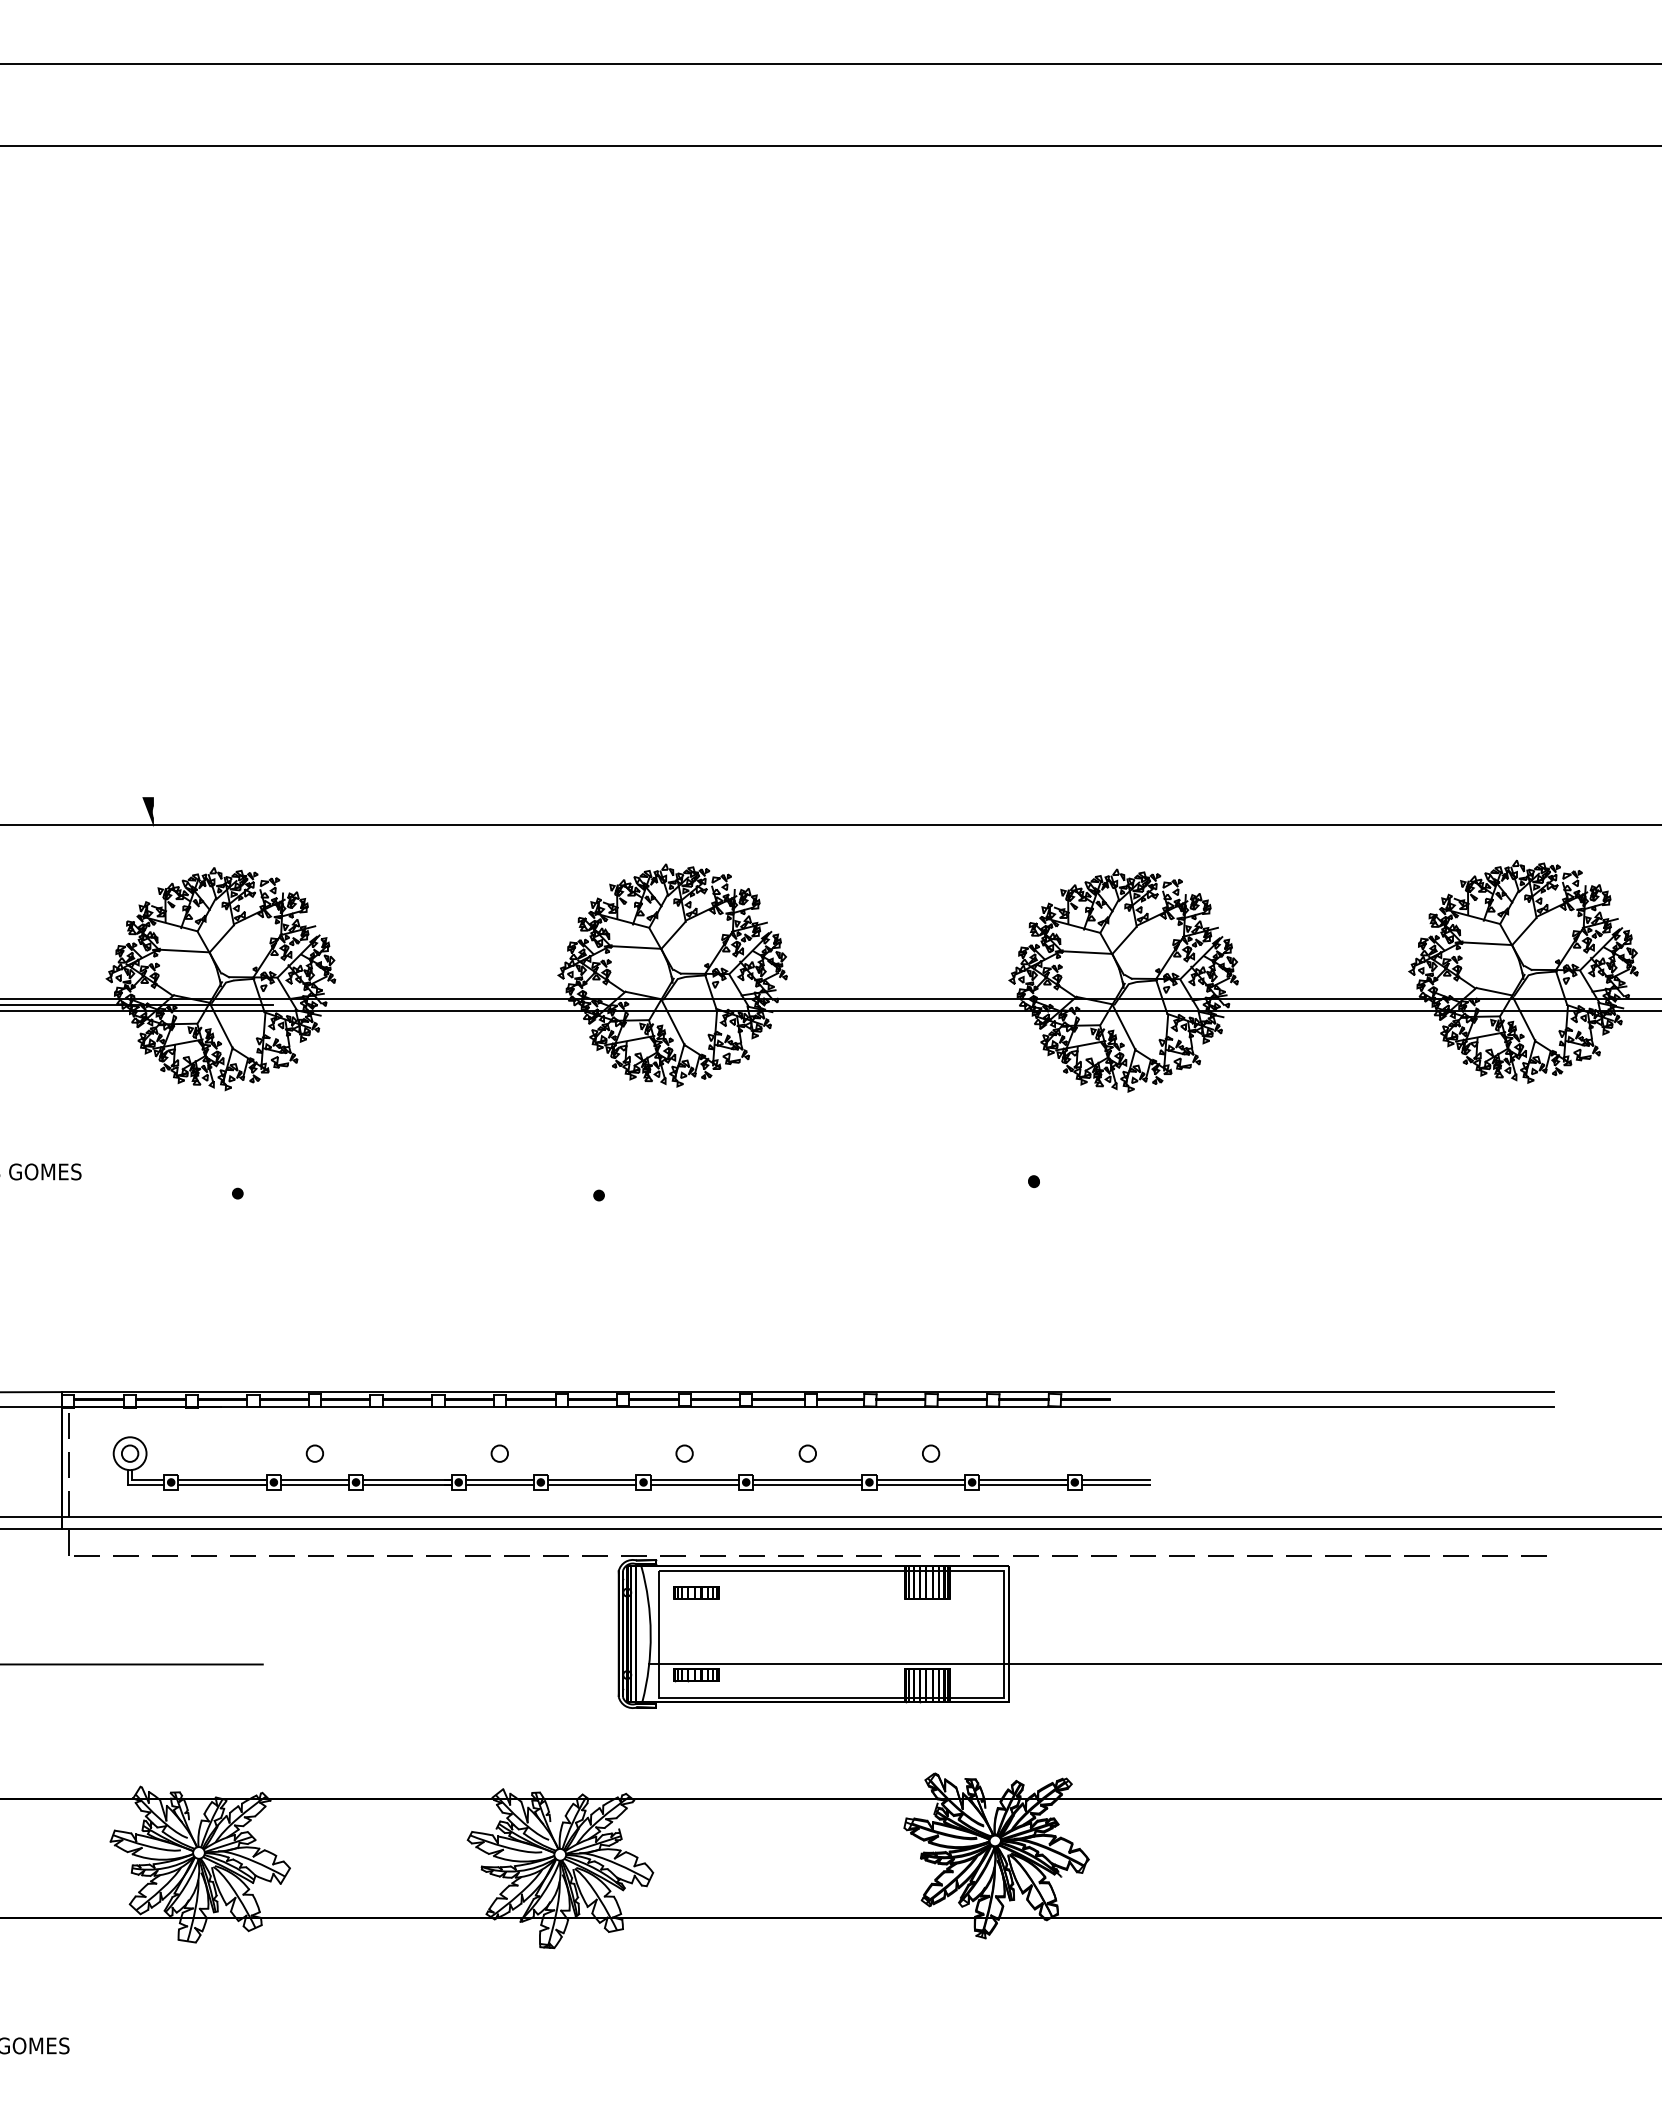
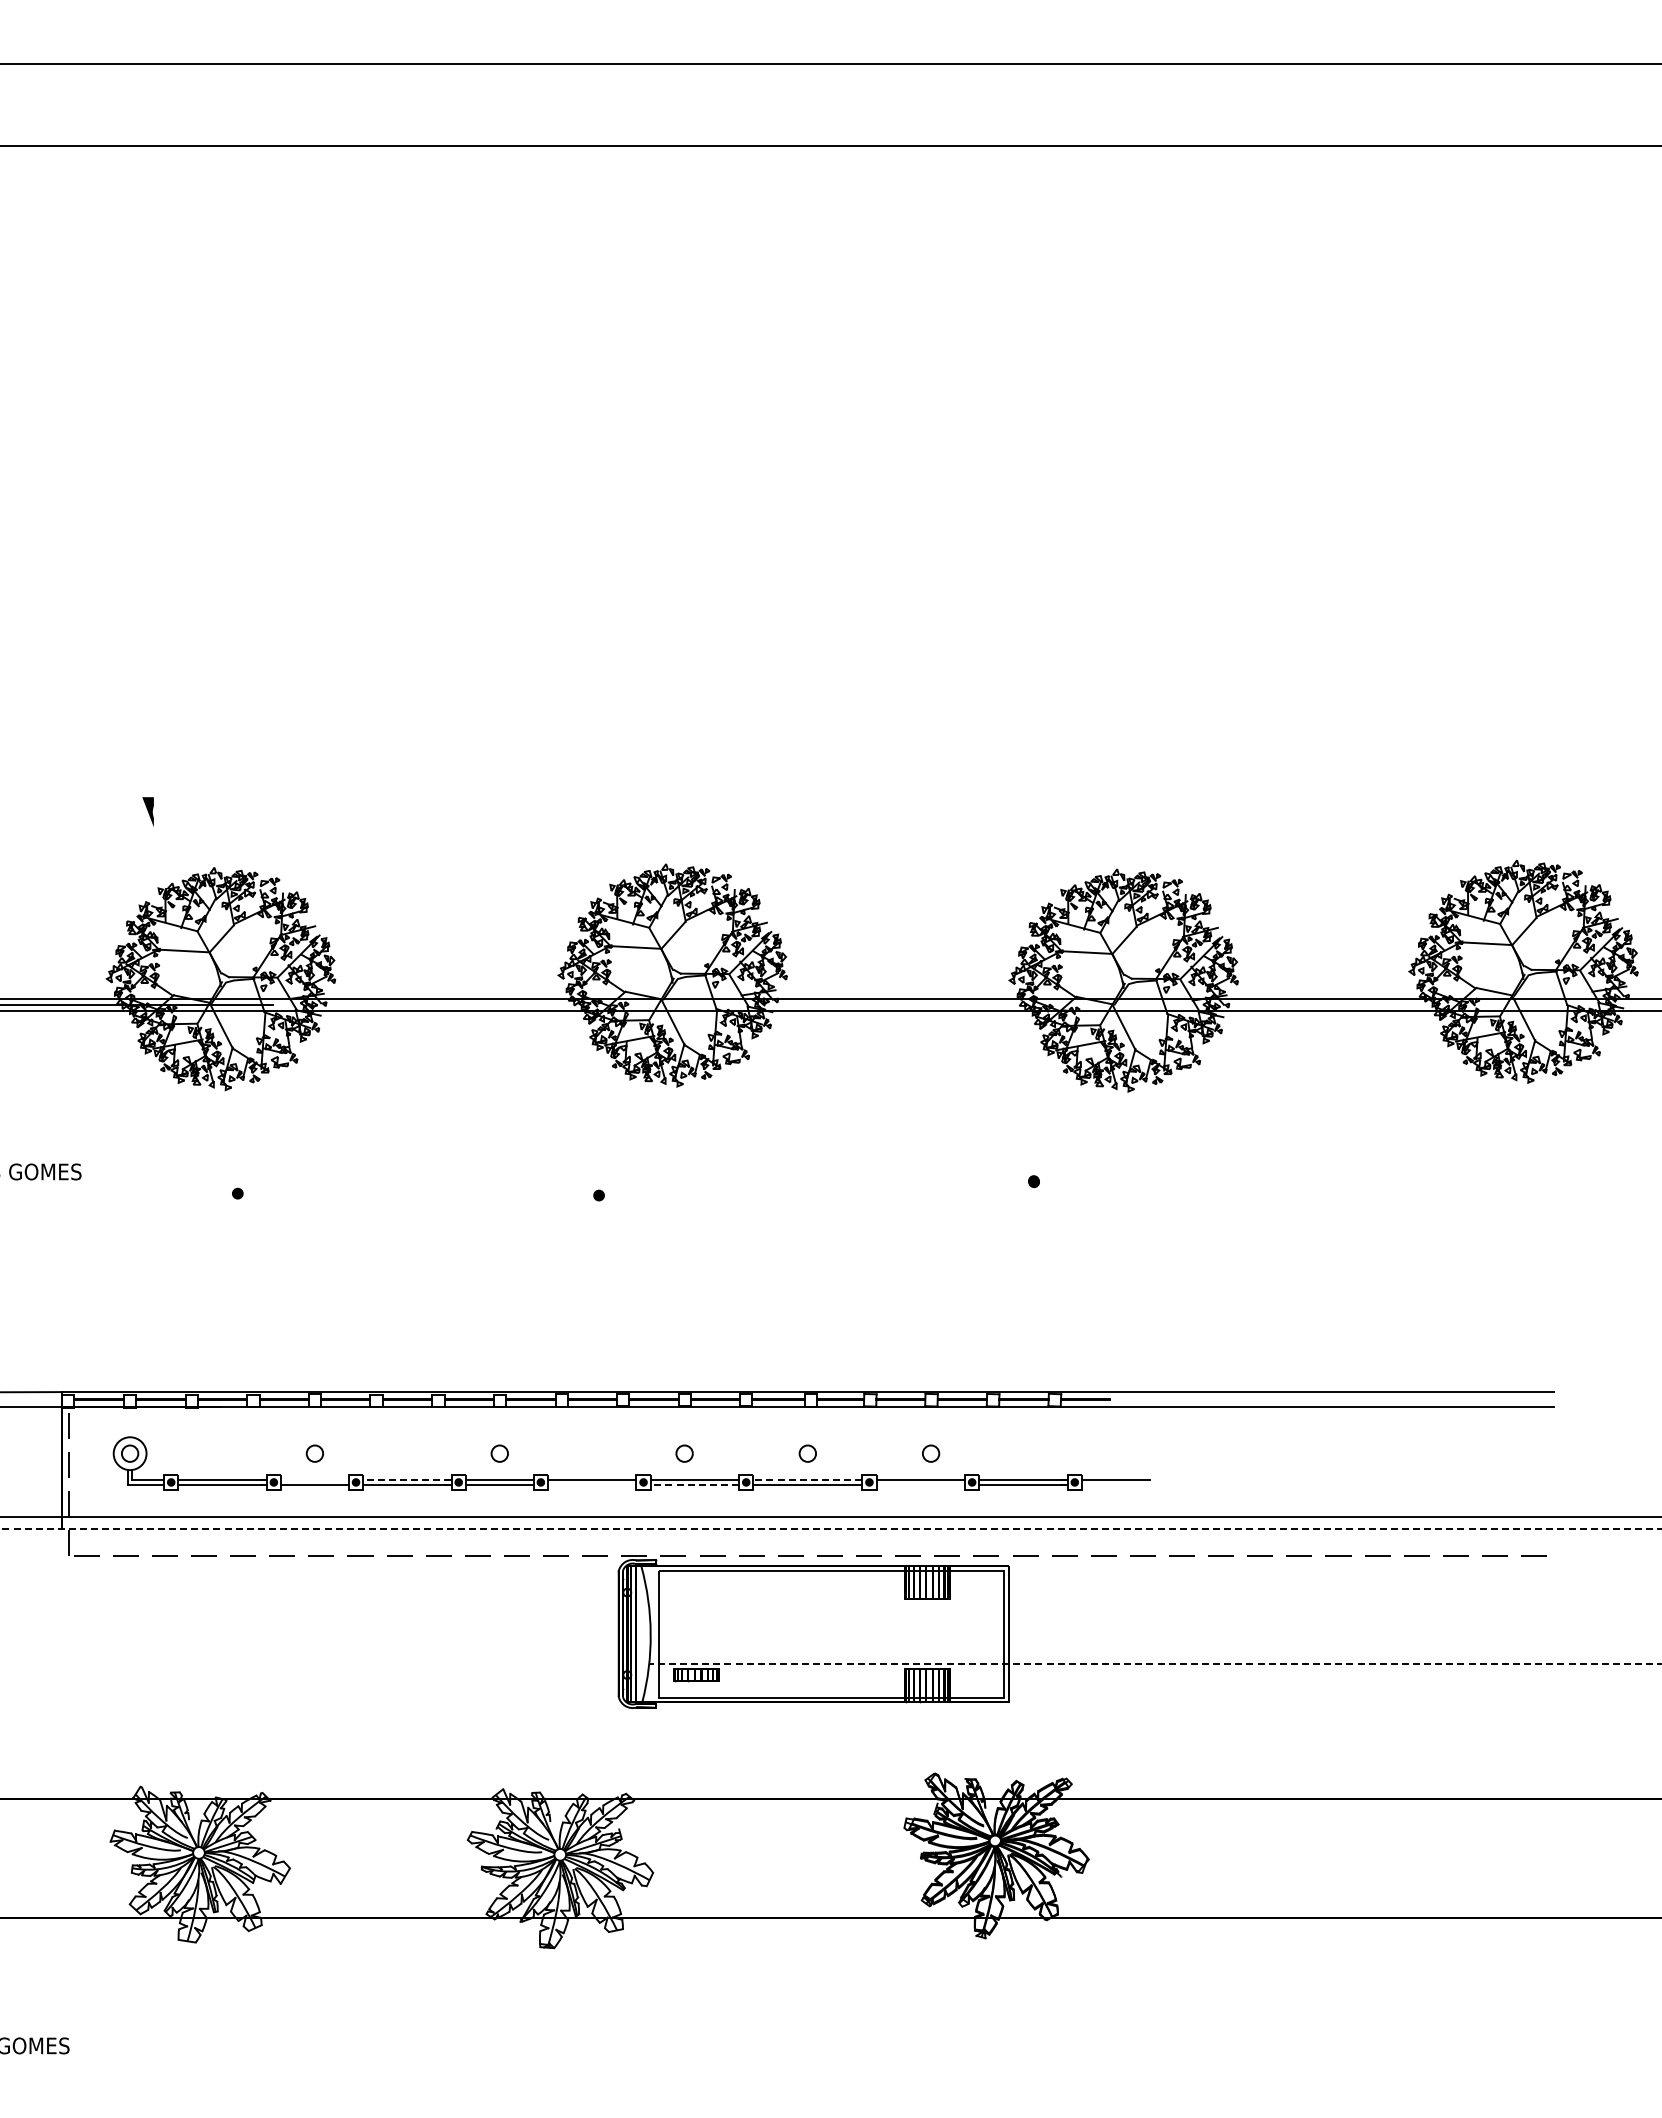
line at (830, 824): present -> none
line at (314, 1480): present -> none
line at (406, 1480): solid -> dashed
line at (807, 1480): solid -> dashed
line at (592, 1484): present -> none
line at (694, 1484): solid -> dashed
line at (920, 1484): present -> none
line at (1115, 1484): present -> none
line at (830, 1529): solid -> dashed
part at (696, 1592): present -> none
line at (1154, 1663): solid -> dashed
line at (132, 1664): present -> none
